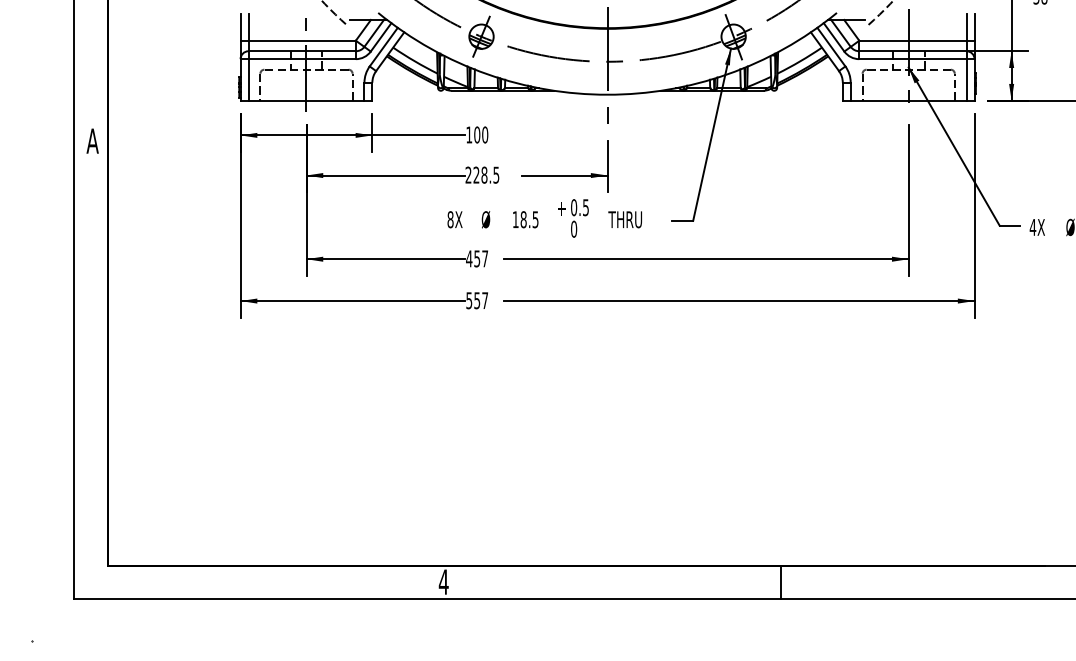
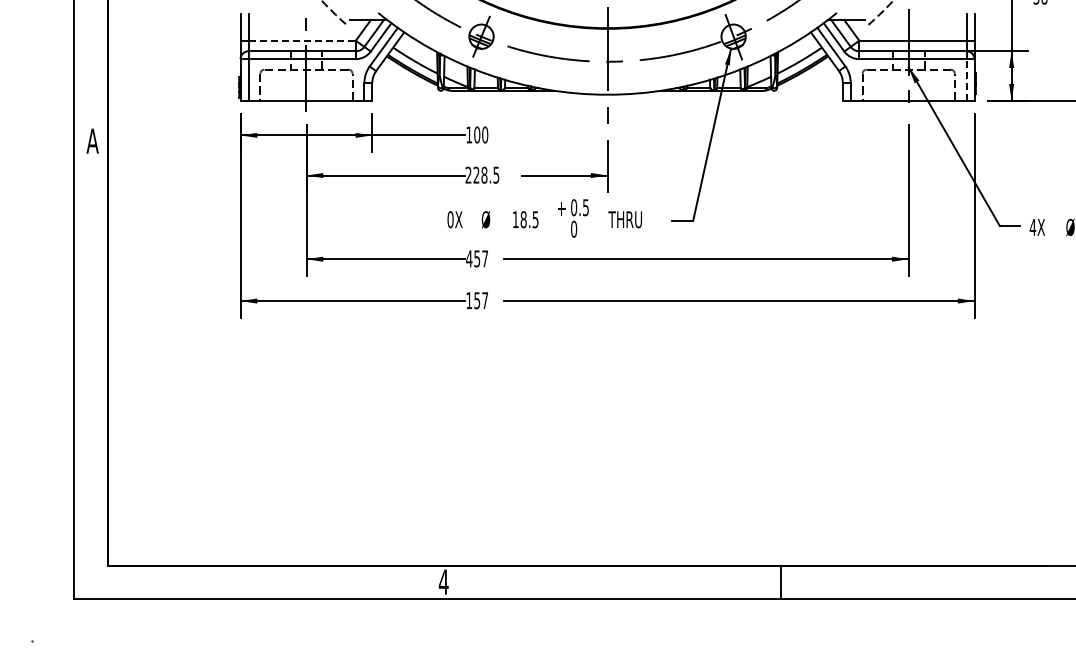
line at (302, 40): solid -> dashed
line at (966, 79): solid -> dashed
text at (450, 219): 8X -> 0X
text at (469, 300): 557 -> 157
